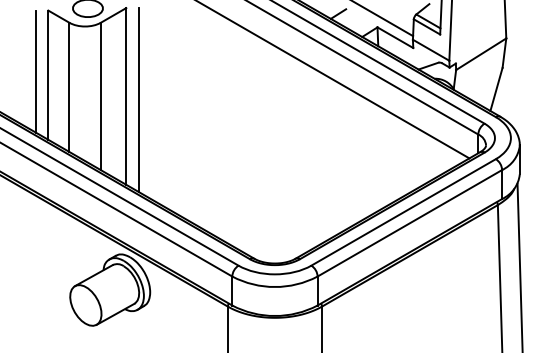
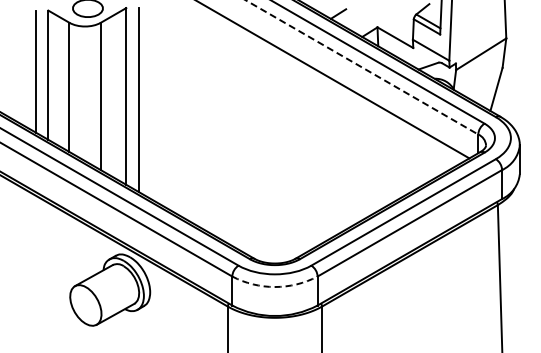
line at (383, 19): present -> none
line at (362, 67): solid -> dashed
line at (519, 266): present -> none
arc at (274, 287): solid -> dashed
